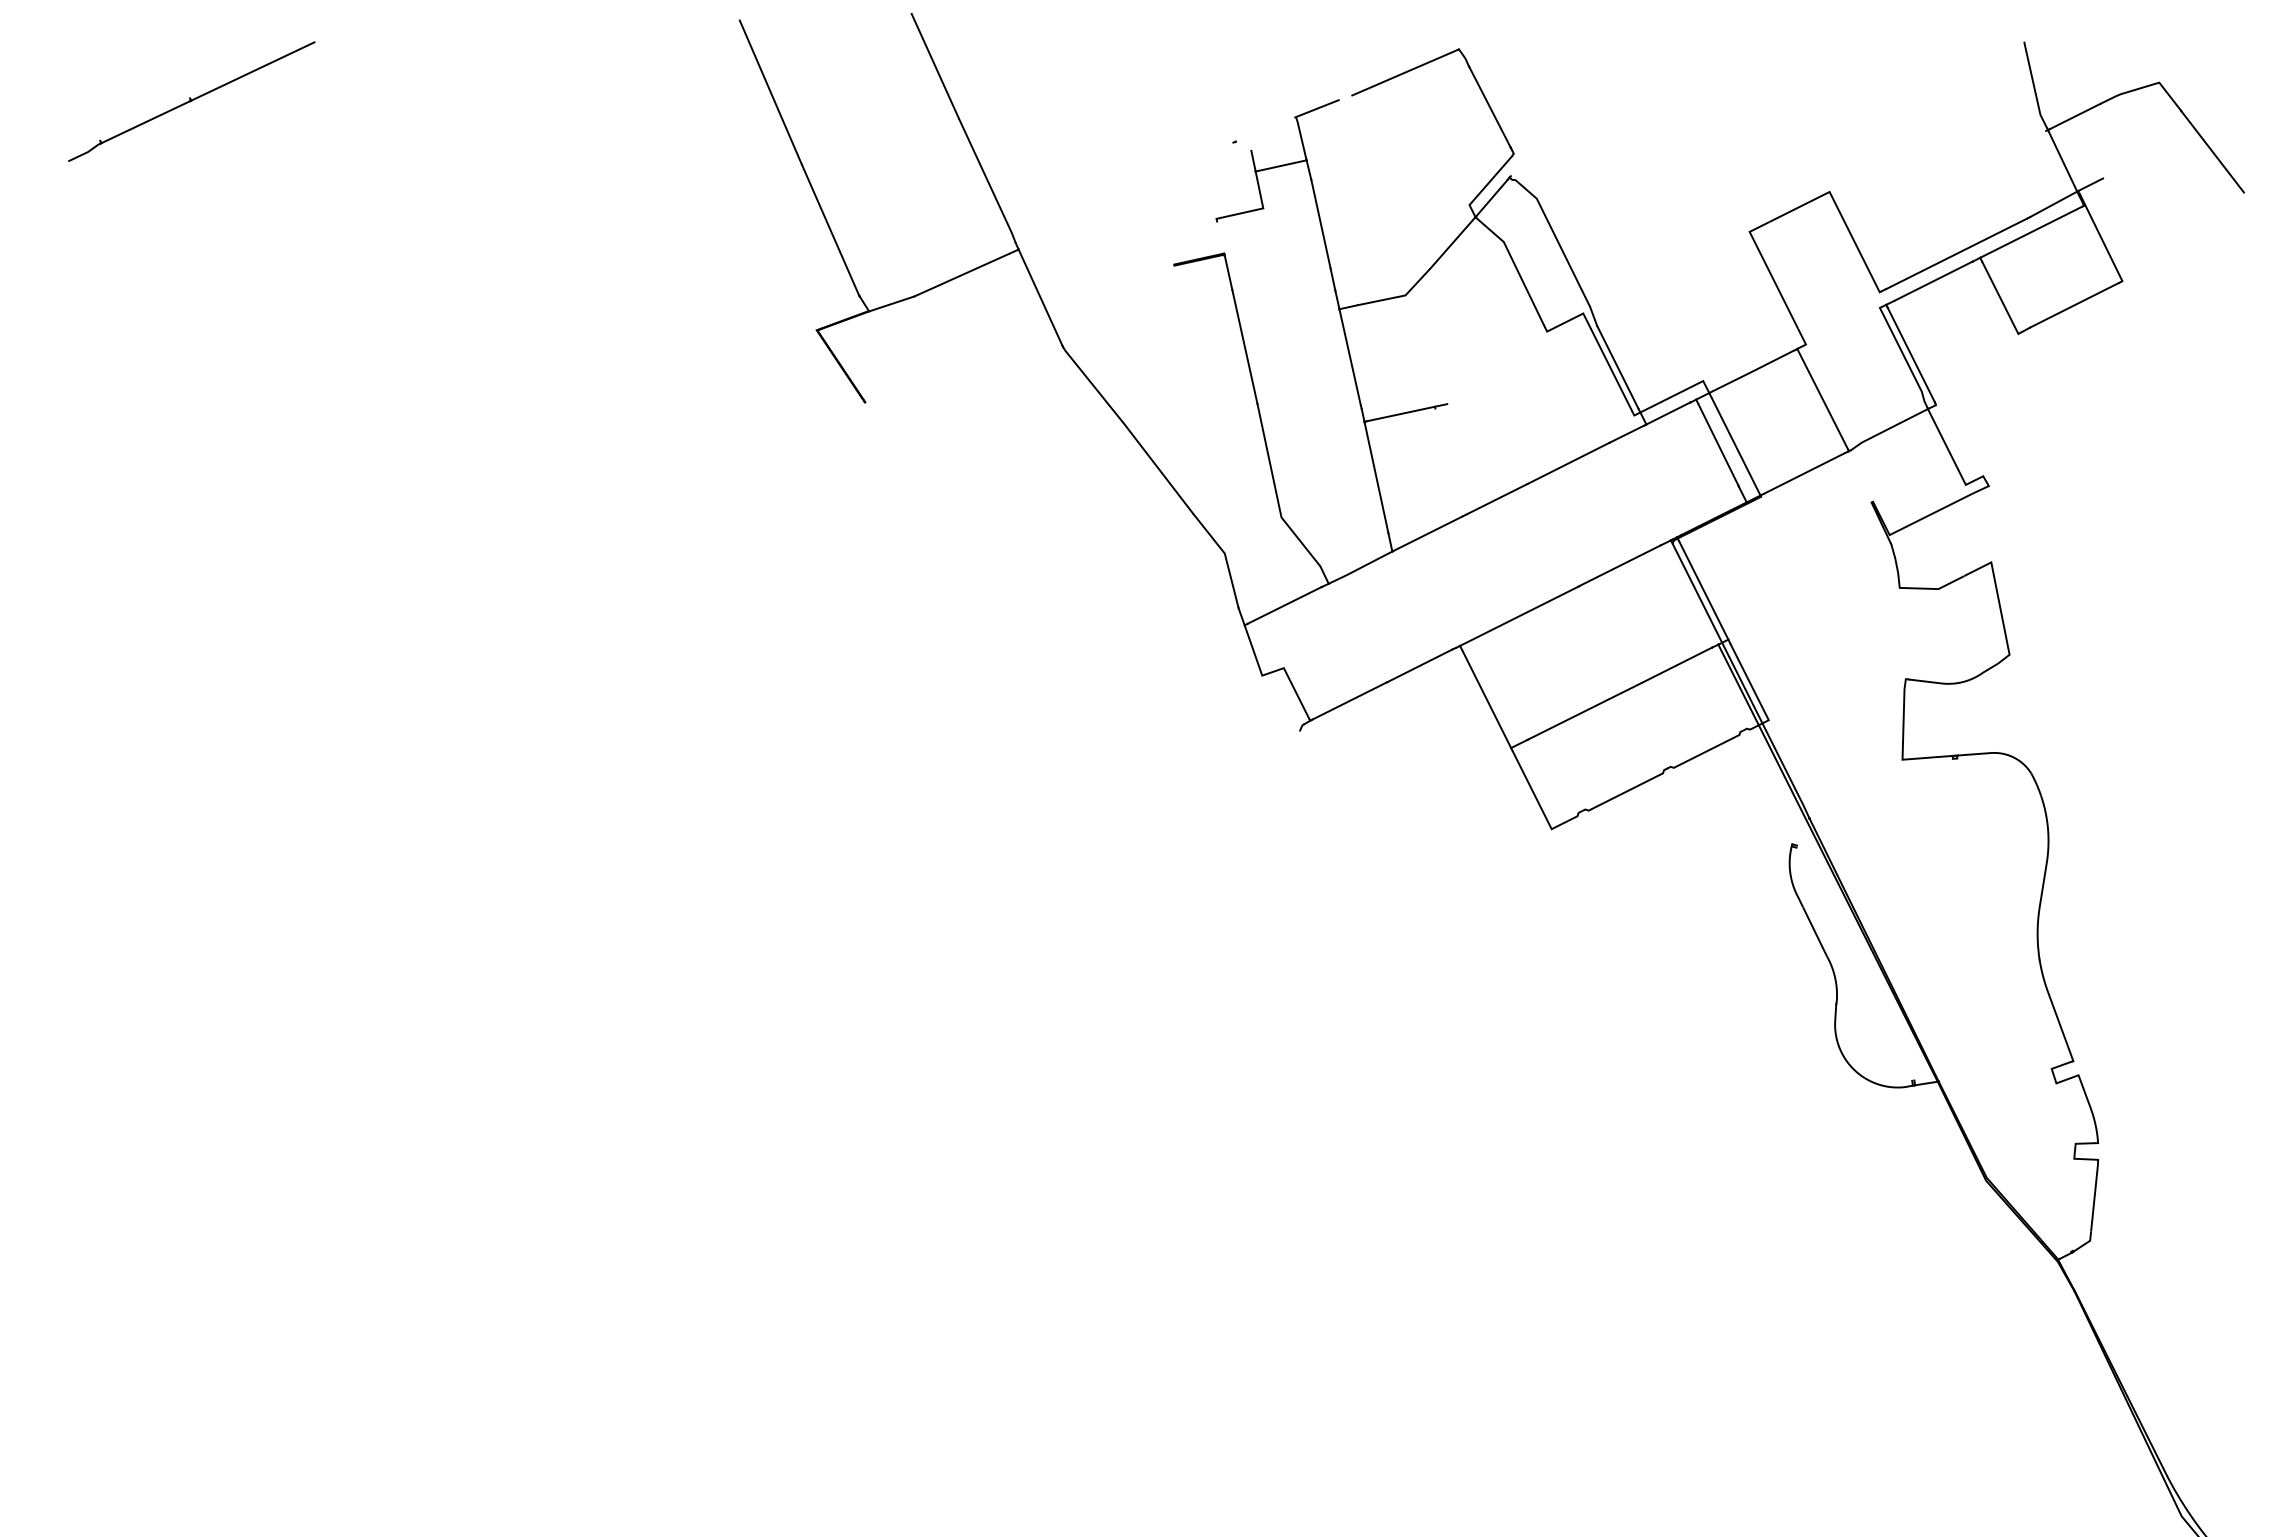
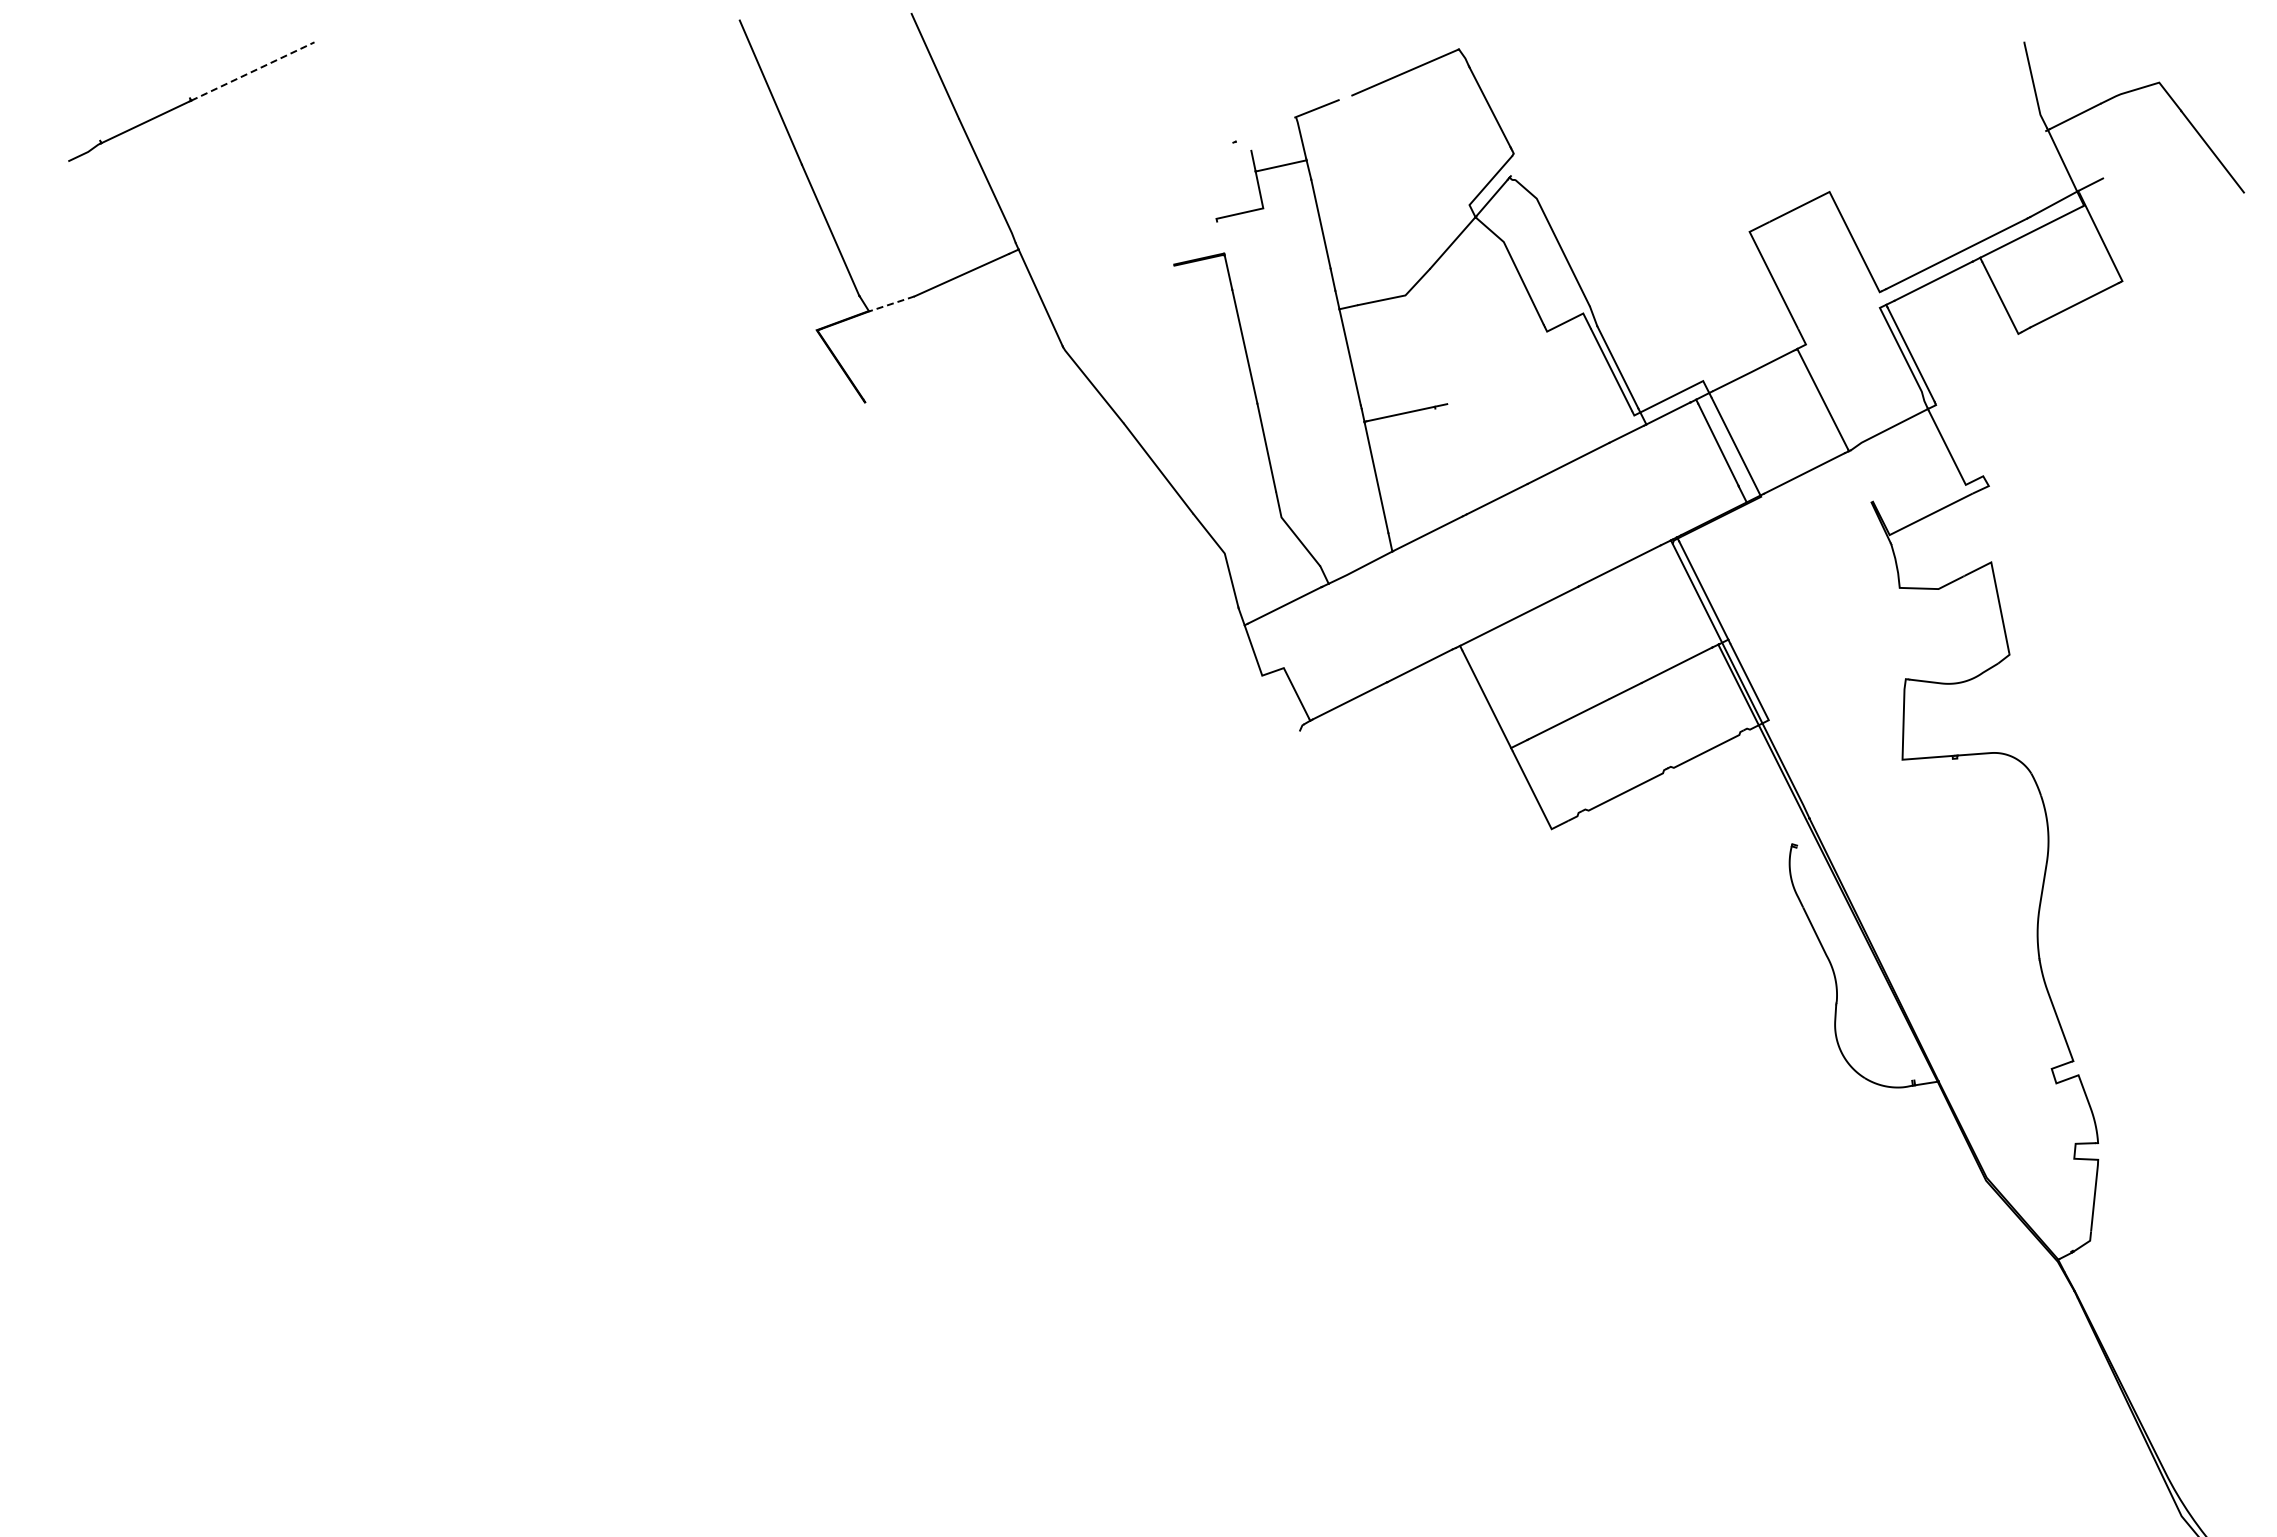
line at (253, 71): solid -> dashed
line at (891, 303): solid -> dashed
